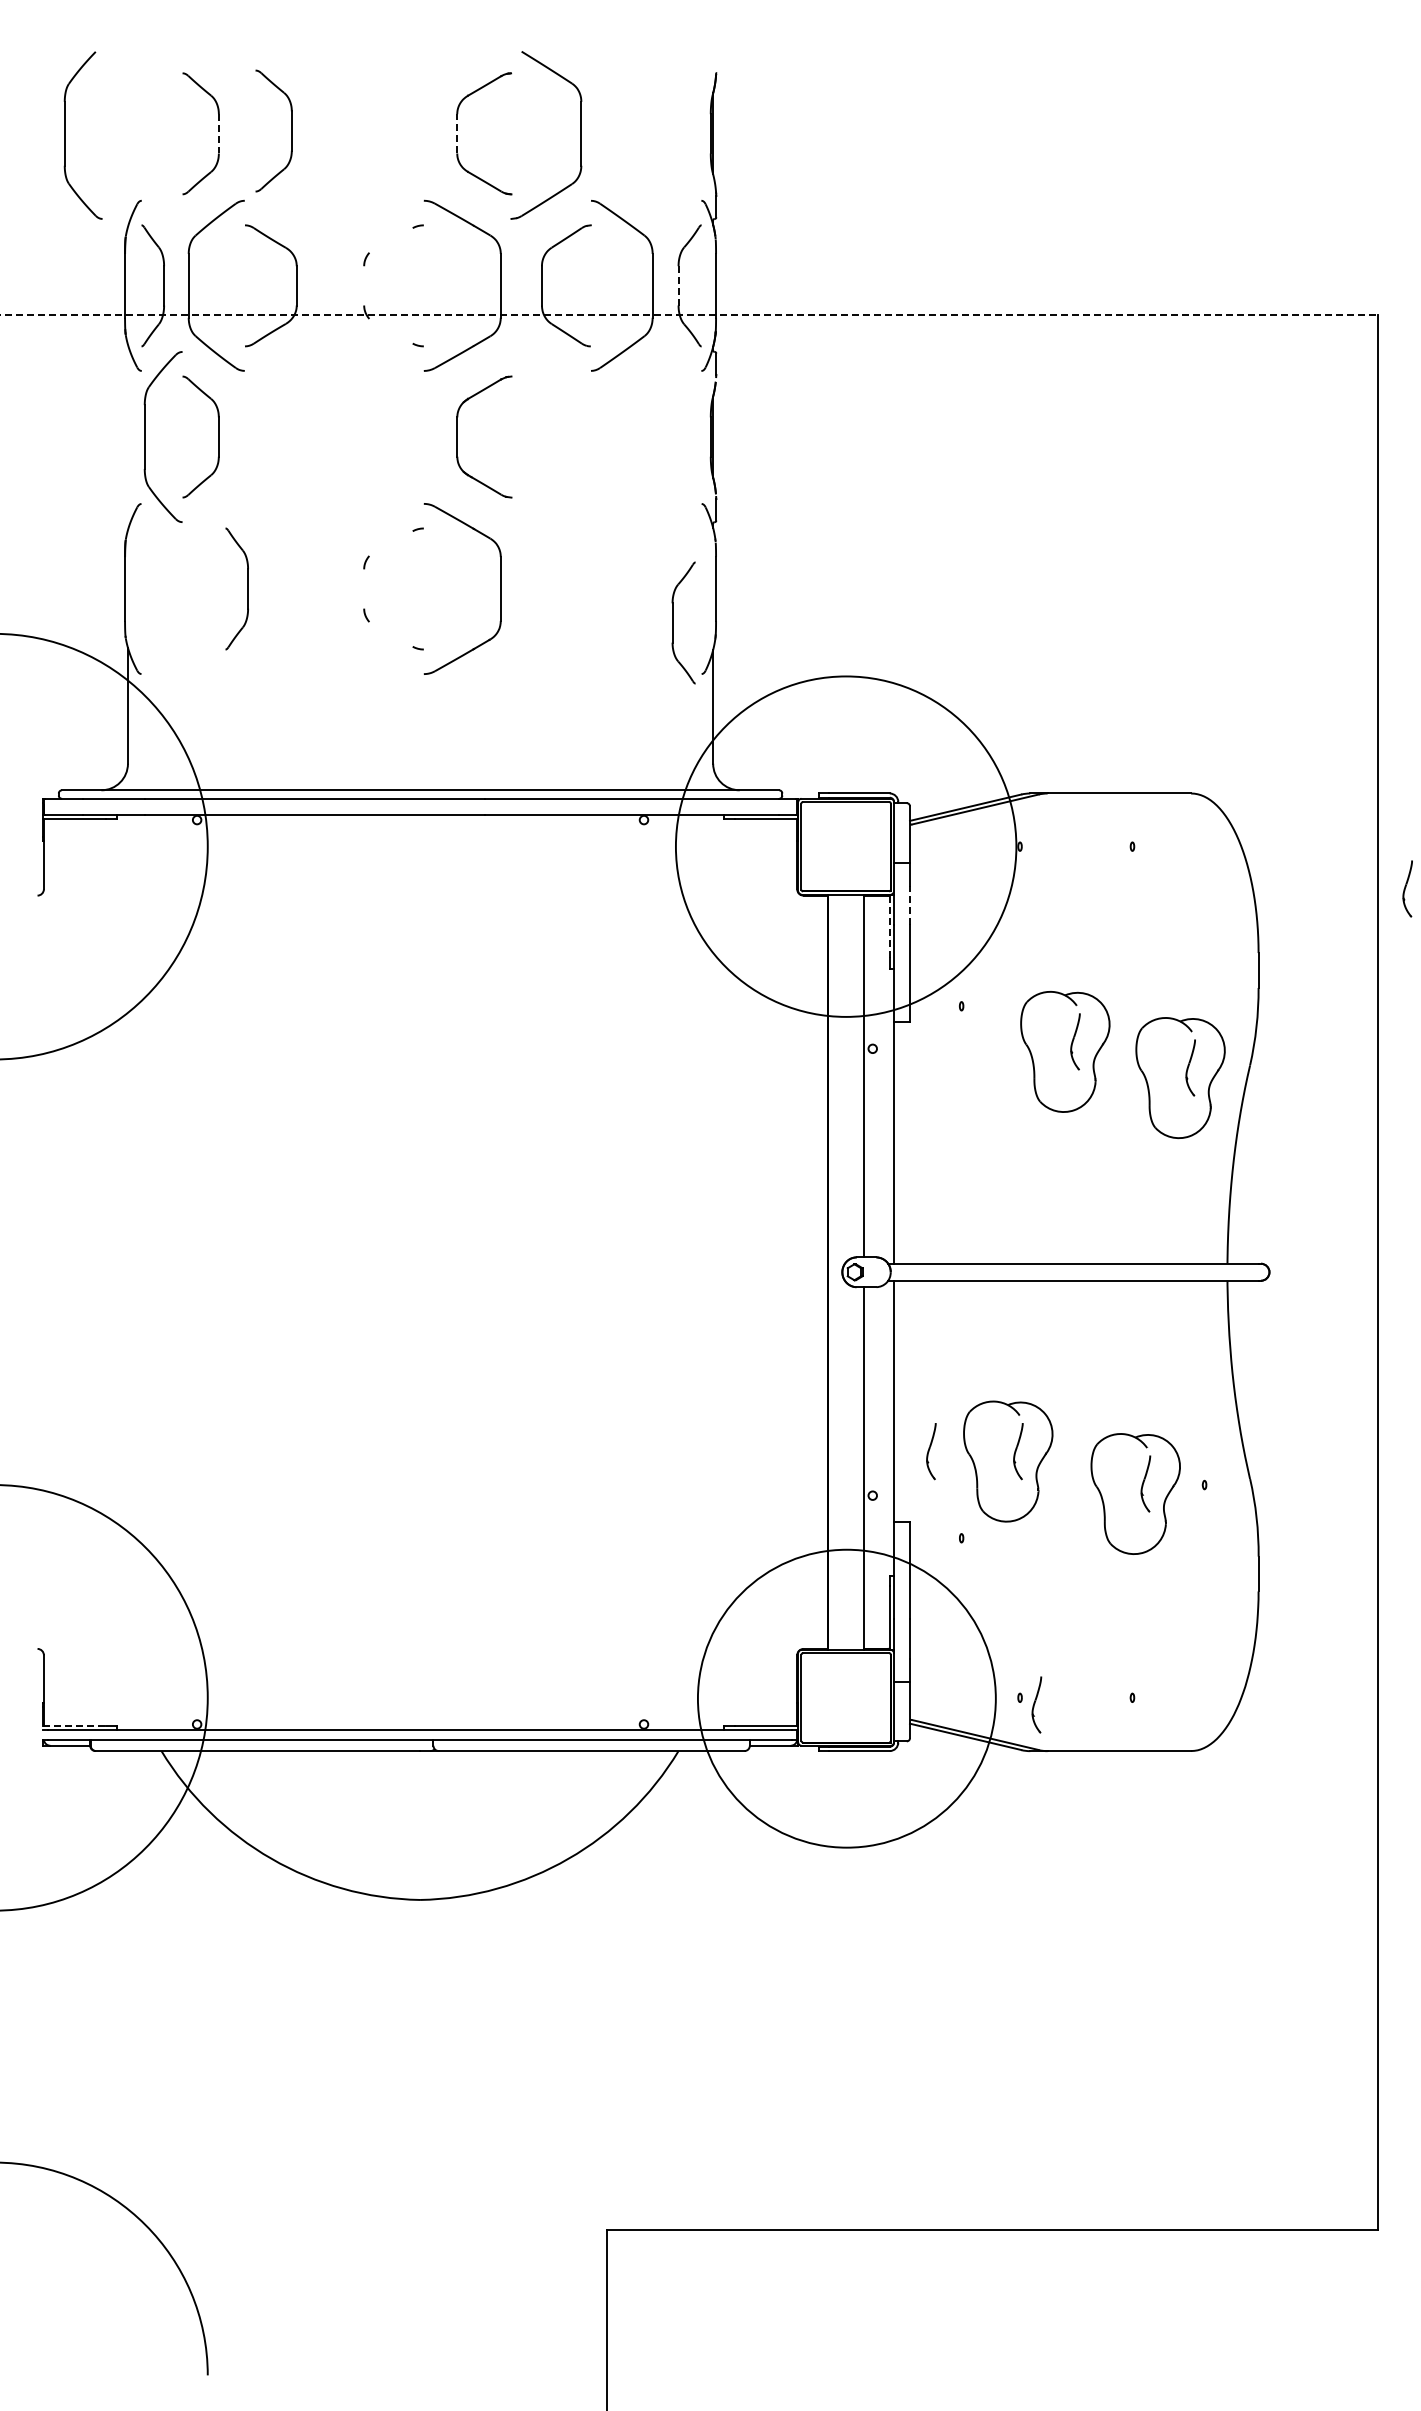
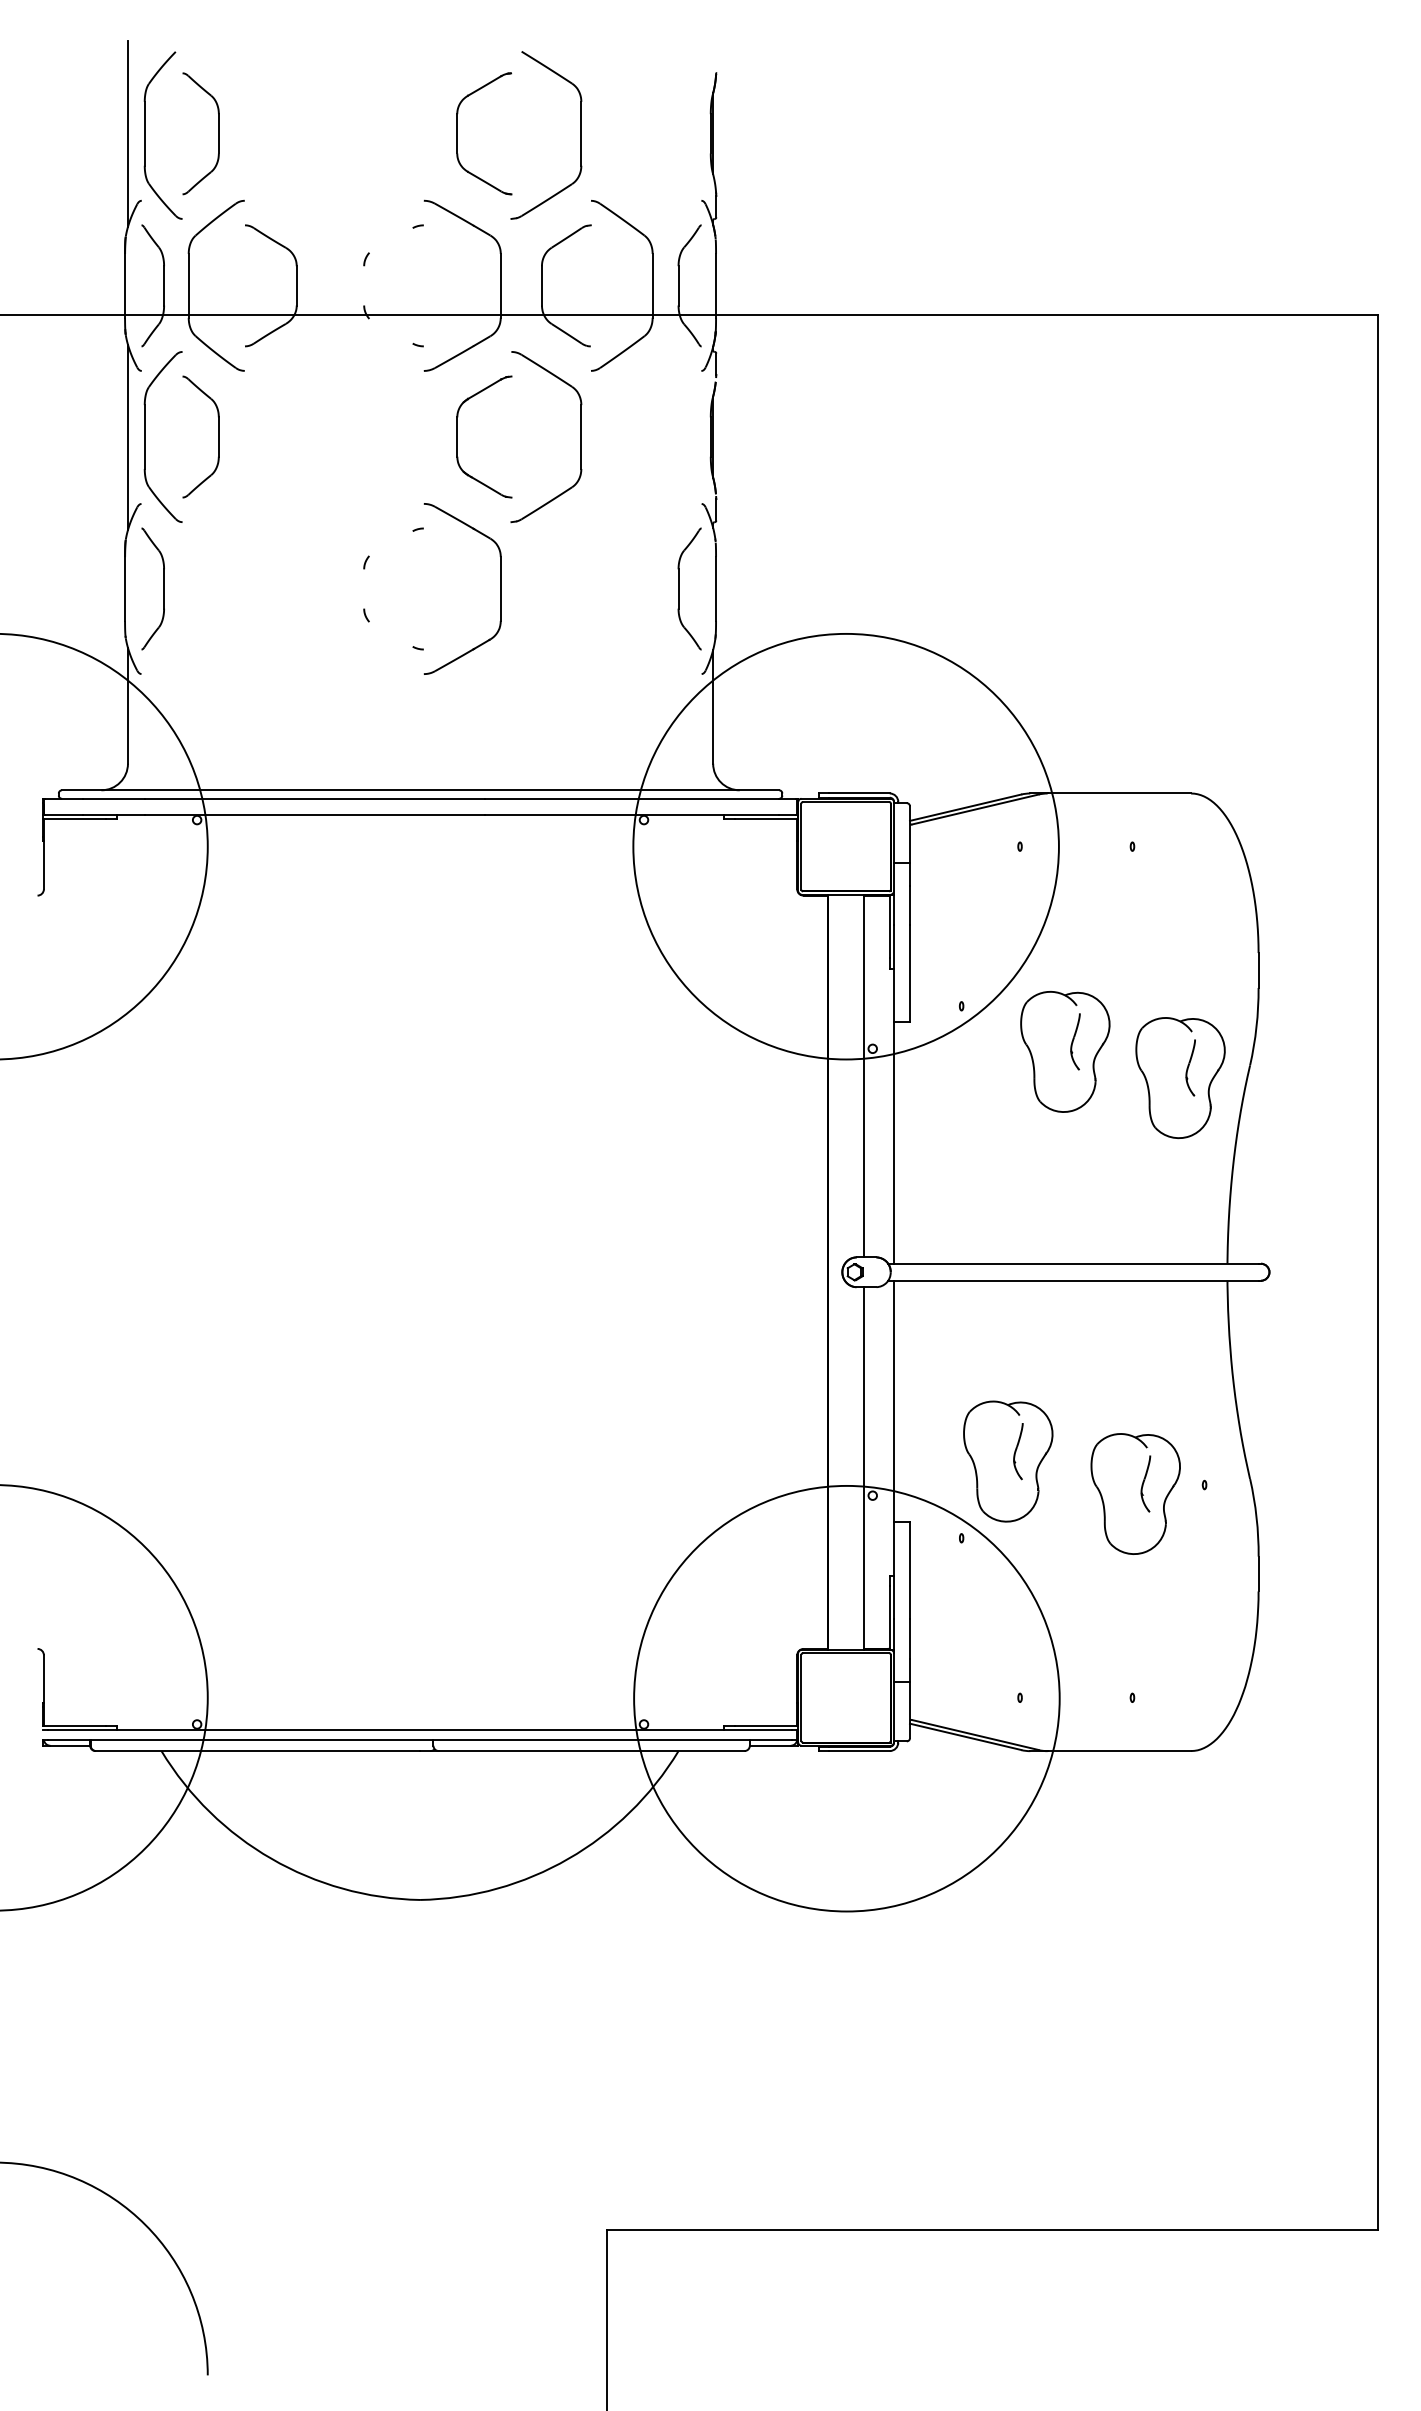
part at (291, 130): present -> none
line at (127, 133): none -> present
line at (218, 133): dashed -> solid
line at (457, 133): dashed -> solid
part at (65, 135) position: (65, 135) -> (145, 135)
line at (678, 285): dashed -> solid
line at (689, 314): dashed -> solid
line at (127, 437): none -> present
part at (580, 437): none -> present
part at (247, 588) position: (247, 588) -> (163, 588)
part at (673, 622) position: (673, 622) -> (679, 588)
circle at (845, 846) diameter: 340 px -> 426 px
part at (1407, 888): present -> none
line at (909, 905): dashed -> solid
line at (889, 926): dashed -> solid
part at (931, 1451): present -> none
circle at (846, 1698) diameter: 298 px -> 426 px
part at (1036, 1704): present -> none
line at (74, 1725): dashed -> solid
